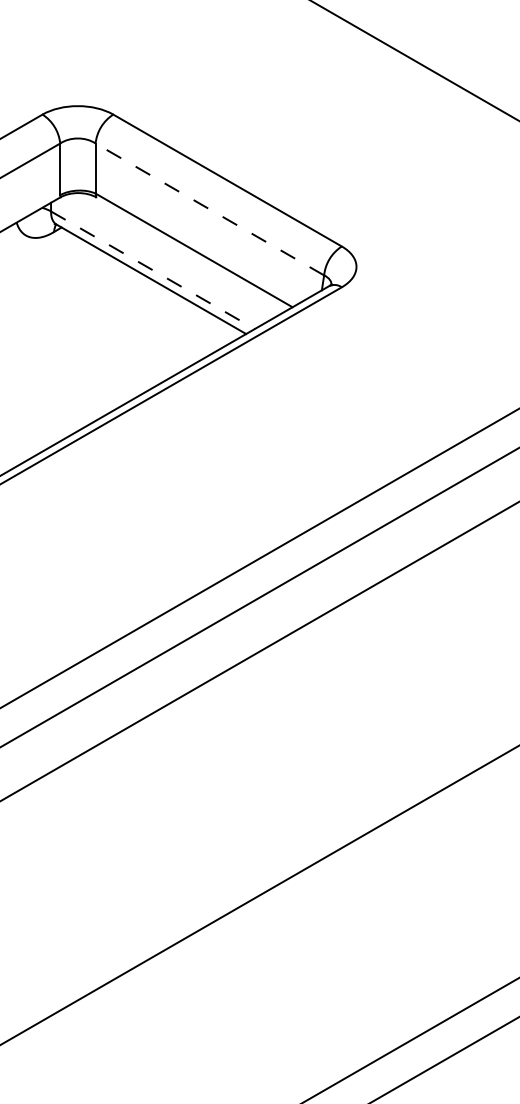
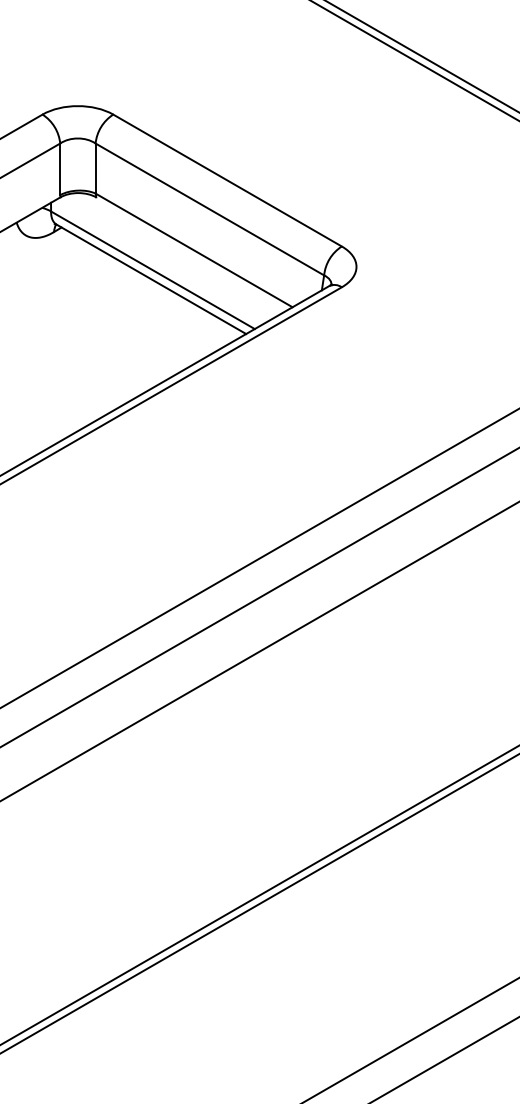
line at (422, 56): none -> present
line at (209, 209): dashed -> solid
line at (152, 270): dashed -> solid
line at (259, 903): none -> present
